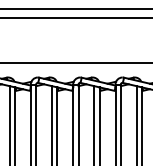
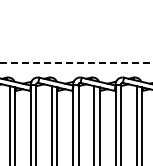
line at (75, 9): present -> none
line at (75, 17): present -> none
line at (76, 62): solid -> dashed
